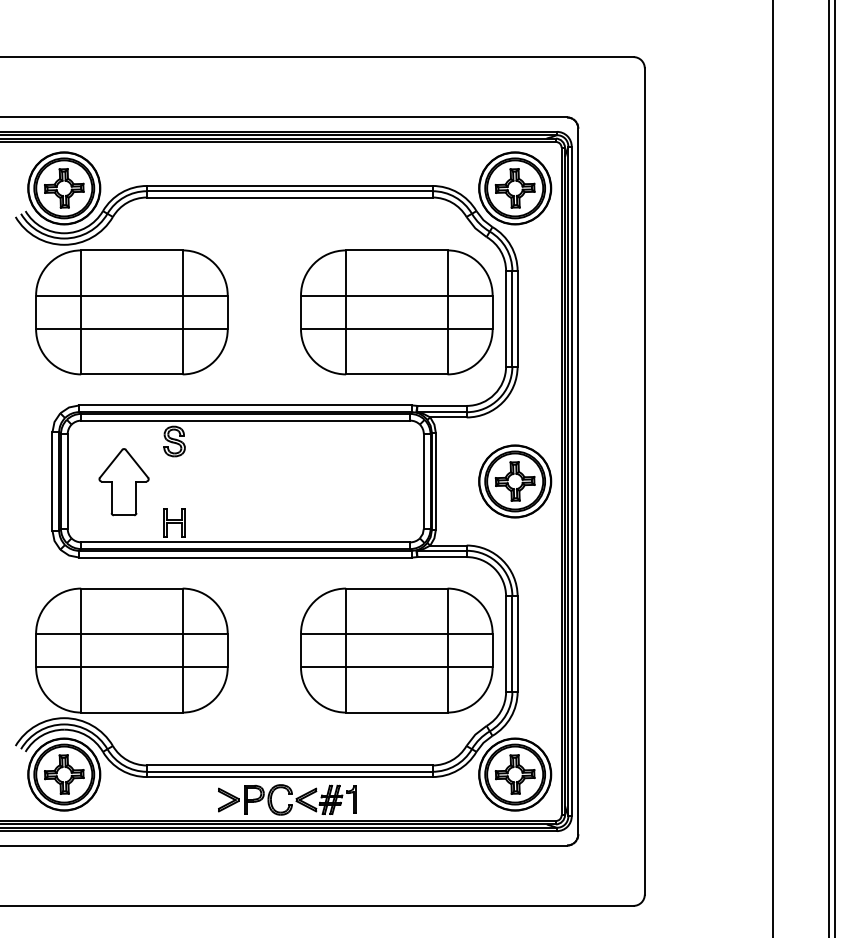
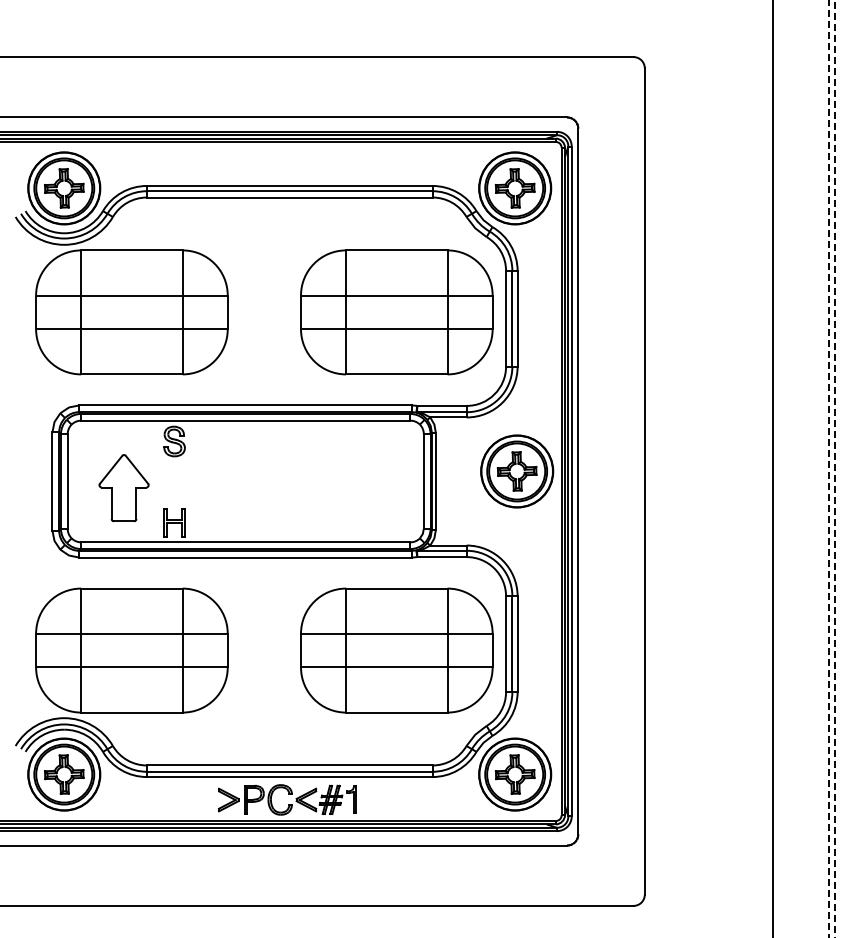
line at (829, 468): solid -> dashed
line at (835, 469): solid -> dashed
part at (515, 481) position: (515, 481) -> (517, 471)
part at (123, 482) position: (123, 482) -> (123, 488)
